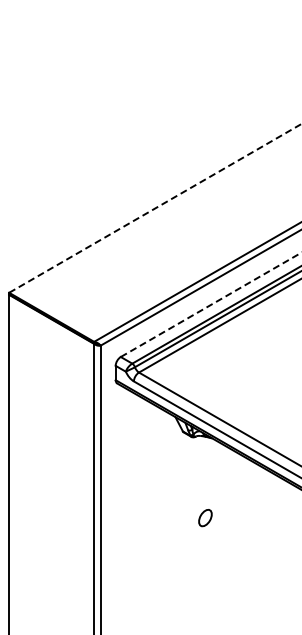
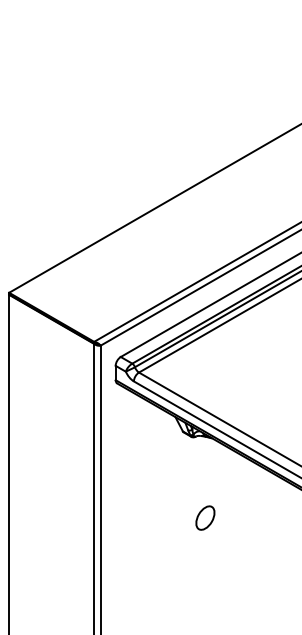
line at (155, 208): dashed -> solid
line at (211, 304): dashed -> solid
part at (205, 518) size: 15x19 px -> 21x26 px
